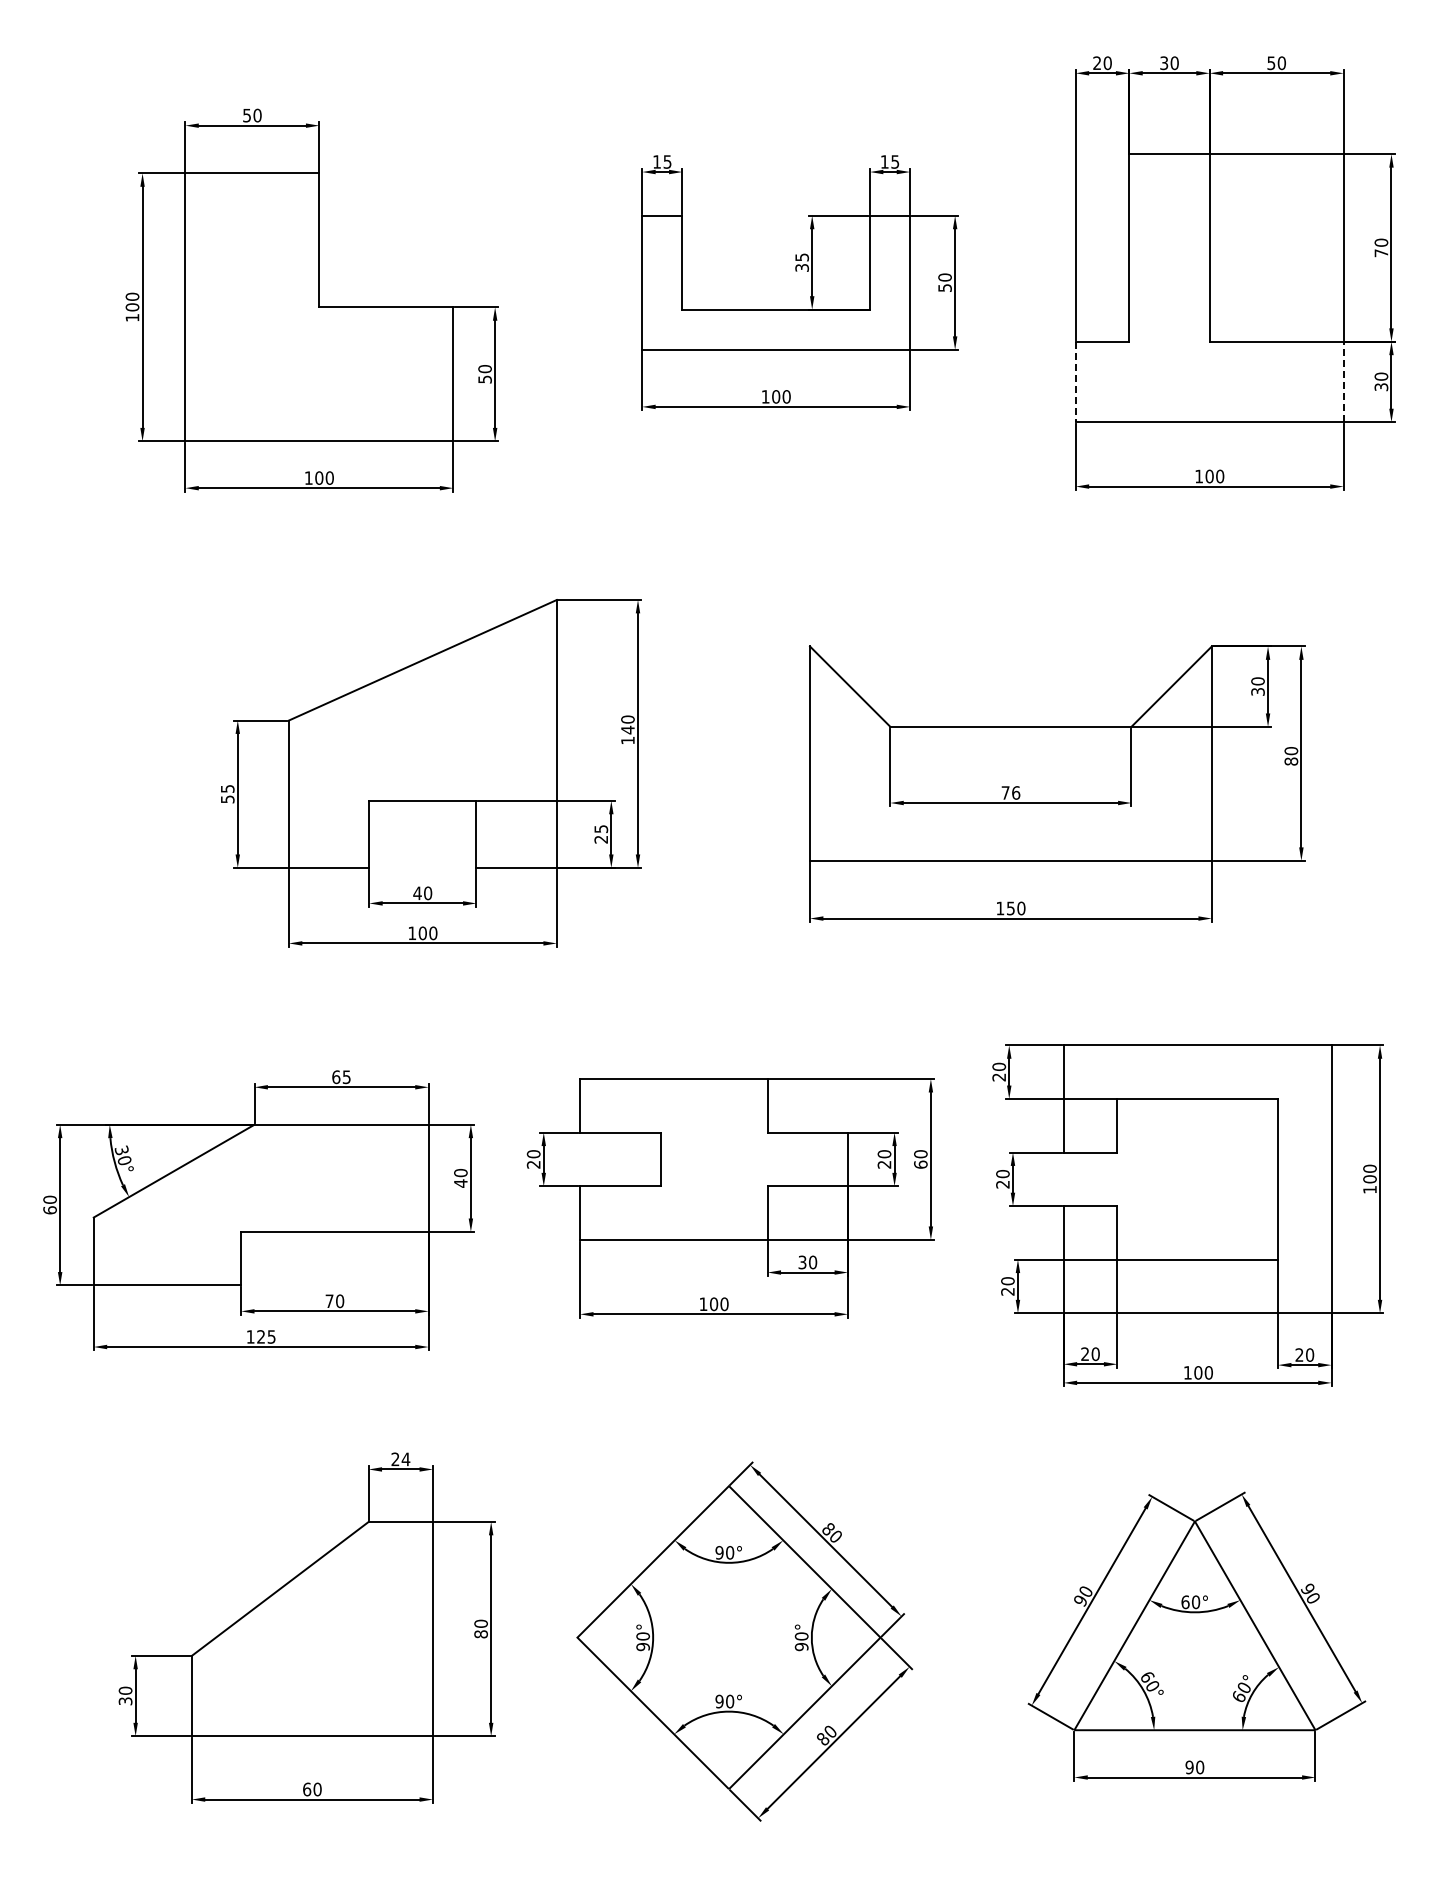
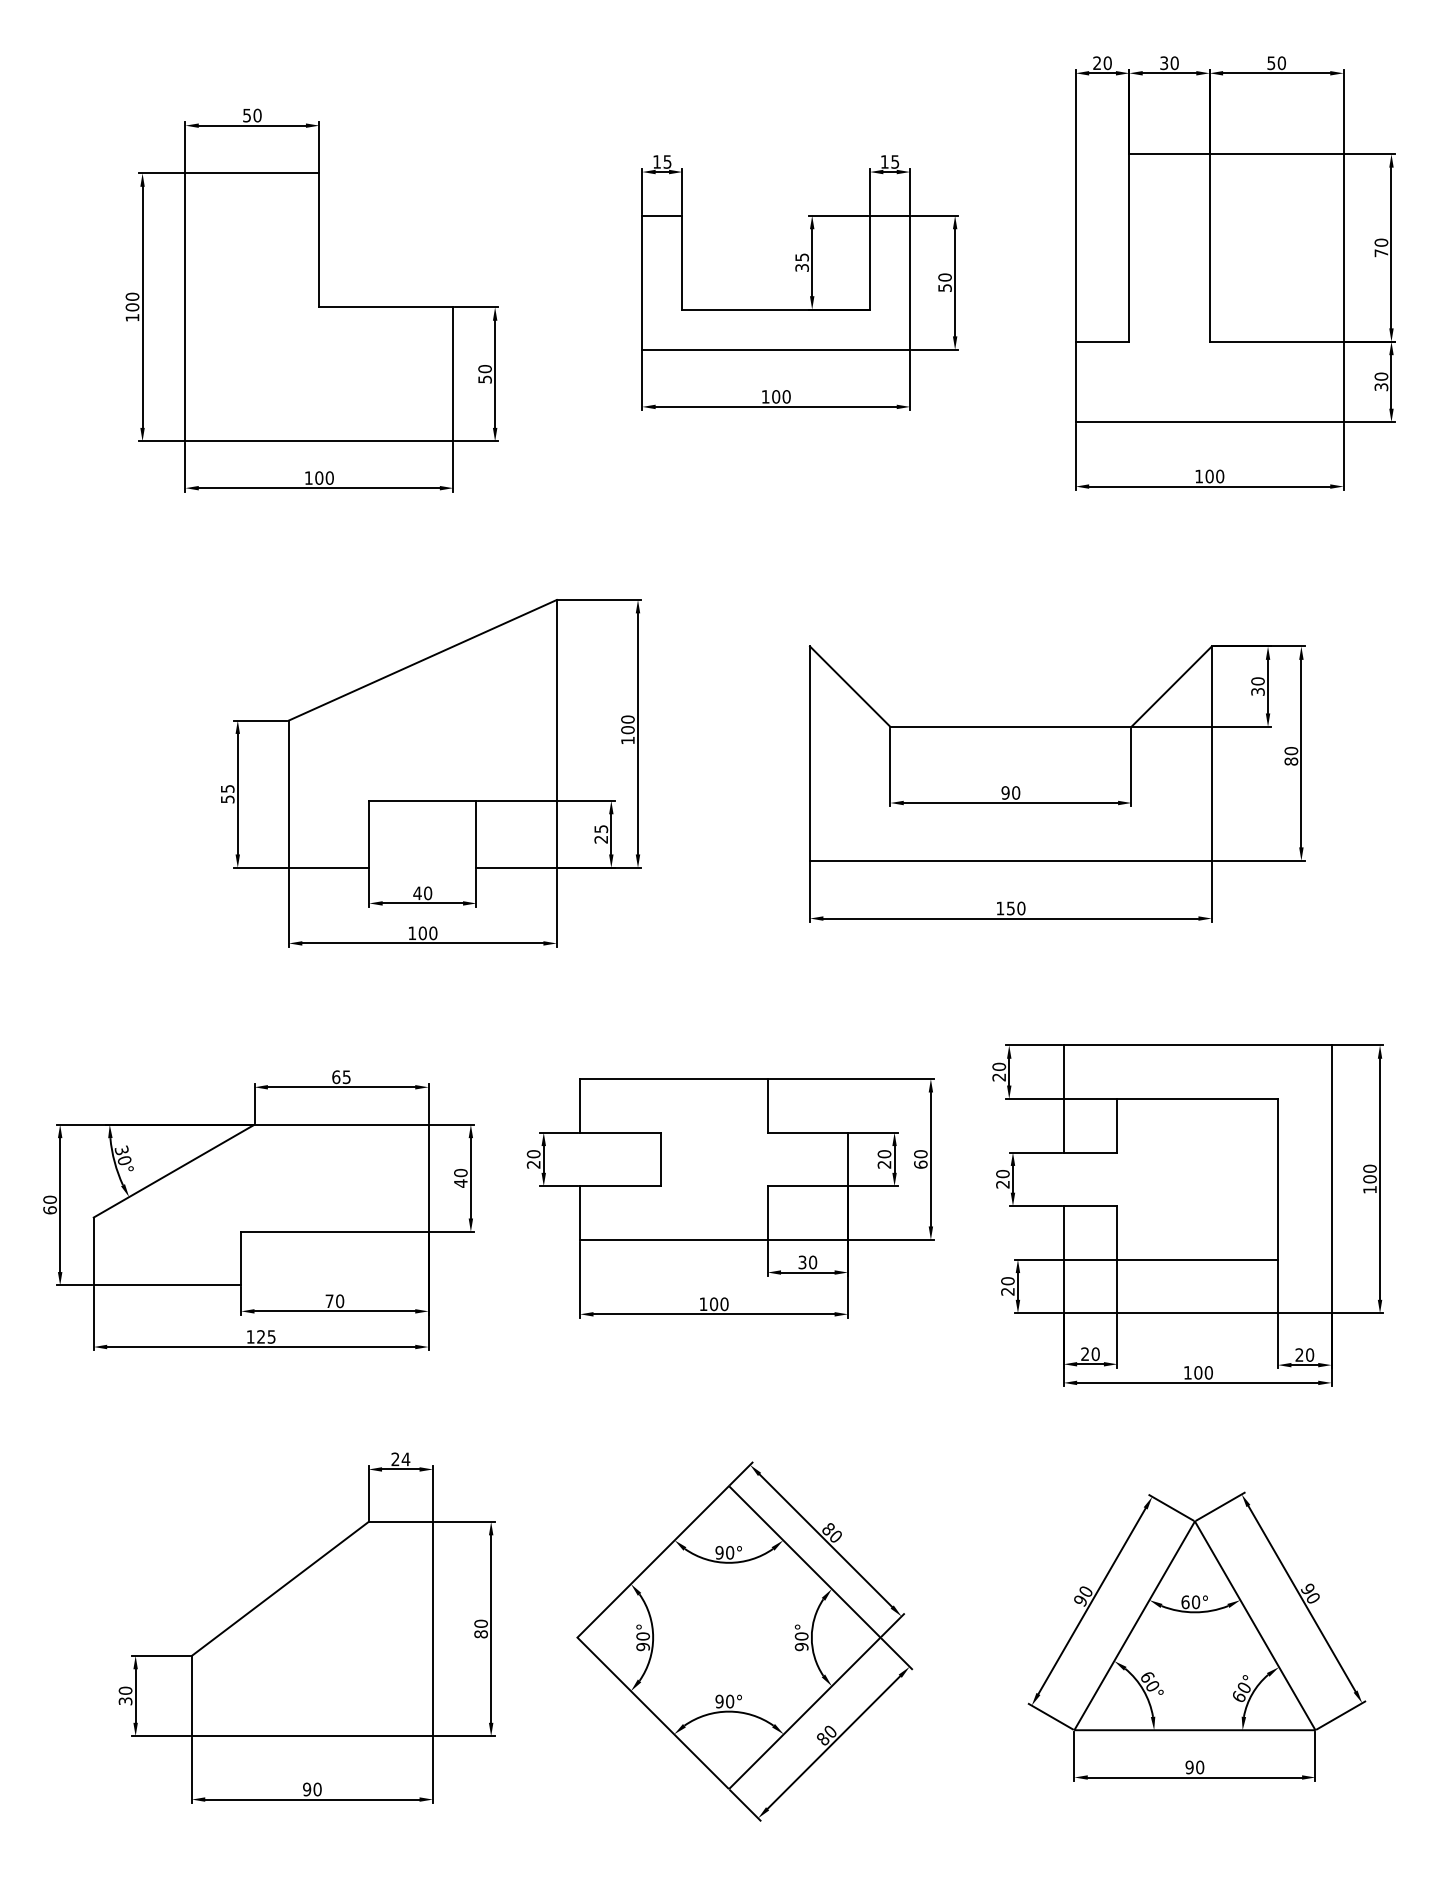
line at (1343, 381): dashed -> solid
line at (1075, 382): dashed -> solid
text at (627, 729): 140 -> 100
text at (1010, 792): 76 -> 90
text at (307, 1789): 60 -> 90
